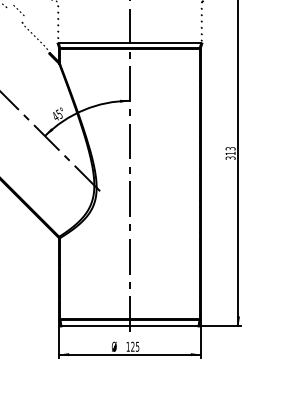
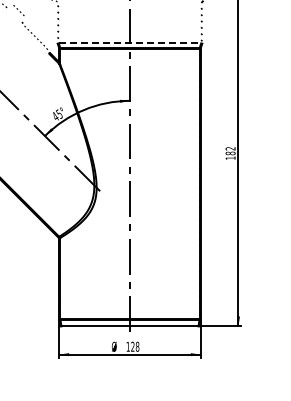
line at (130, 43): solid -> dashed
text at (230, 153): 313 -> 182
text at (137, 346): 125 -> 128
